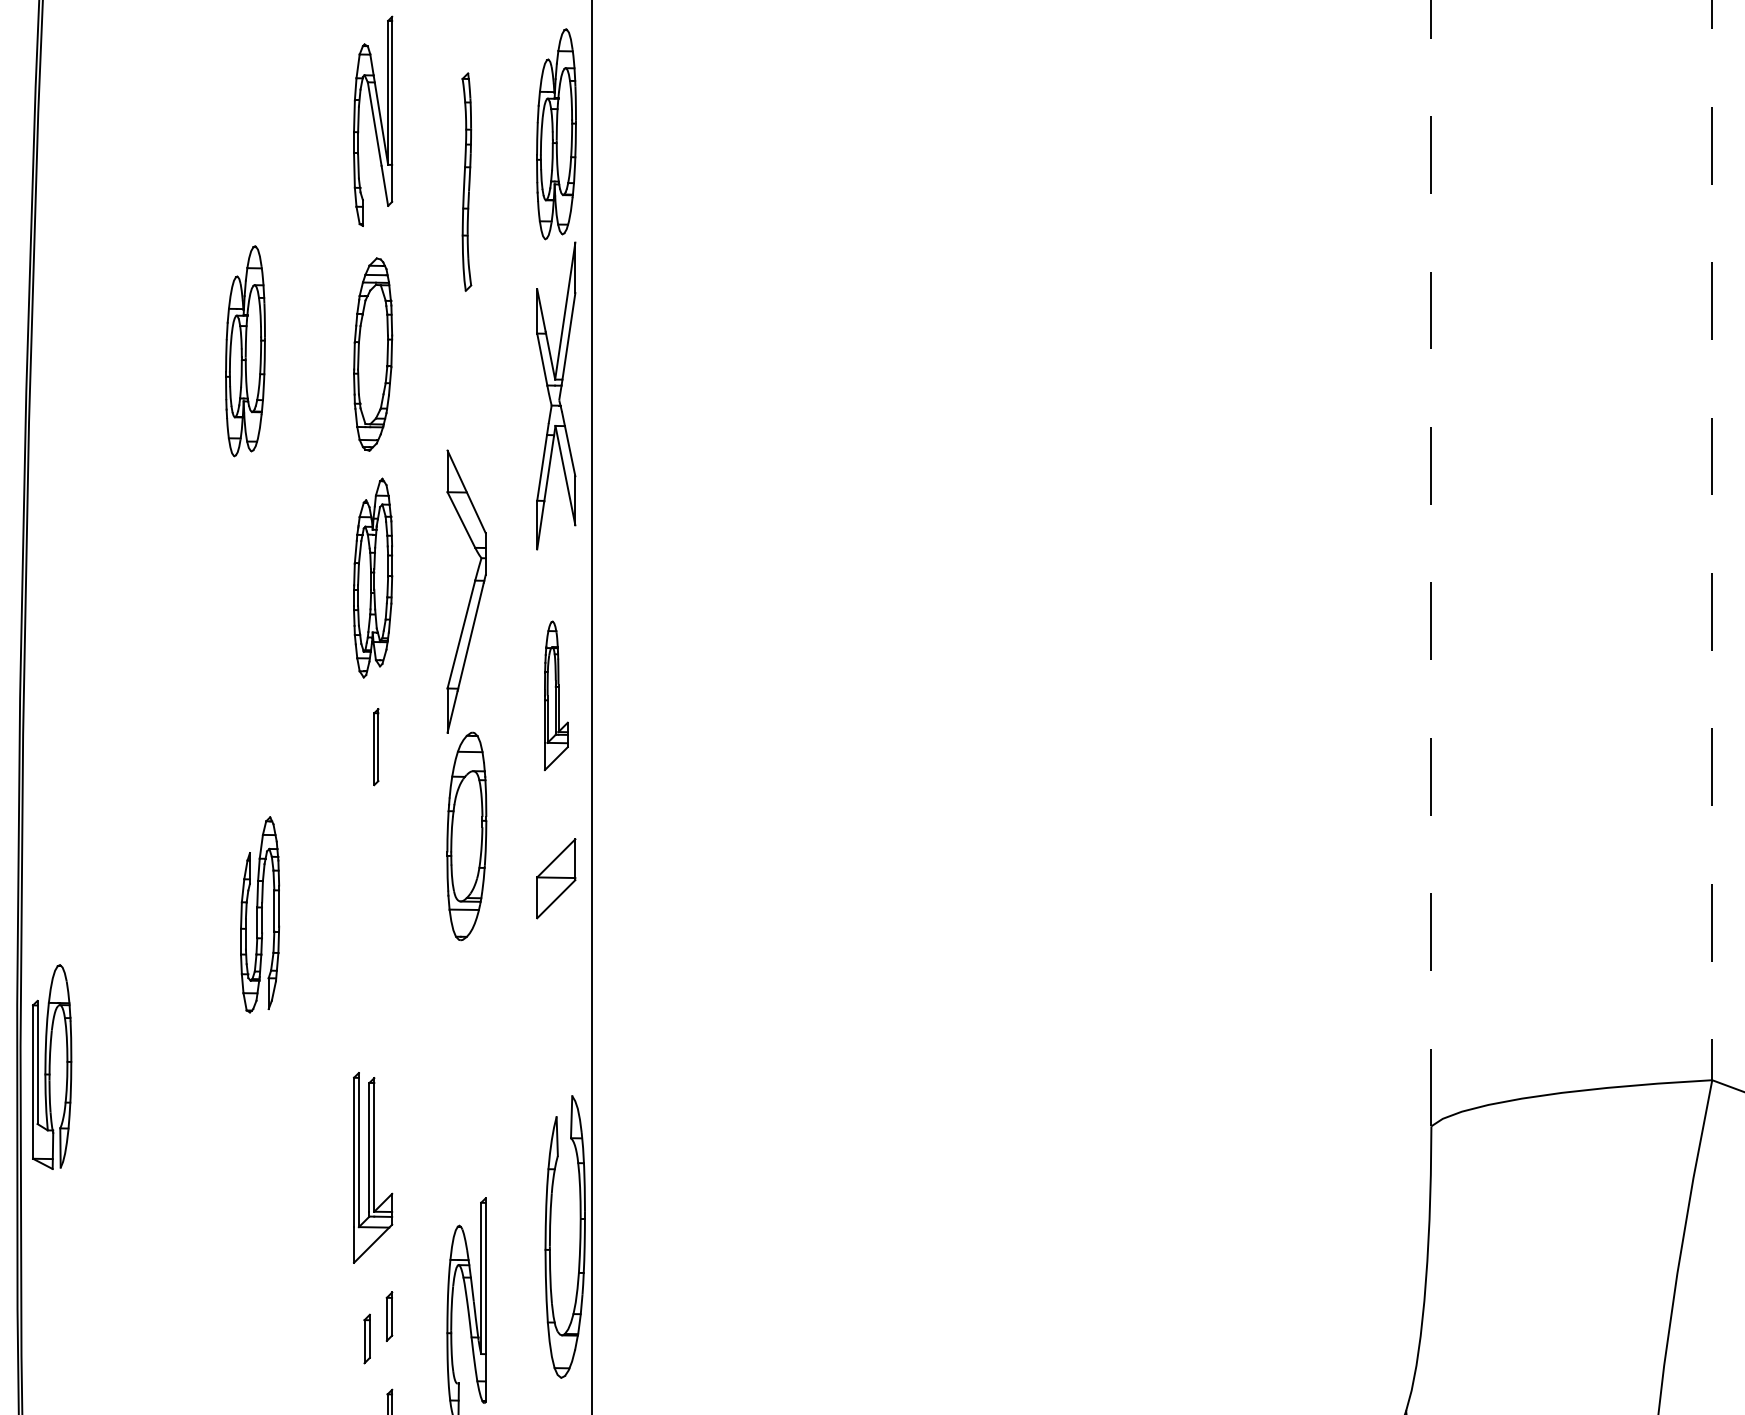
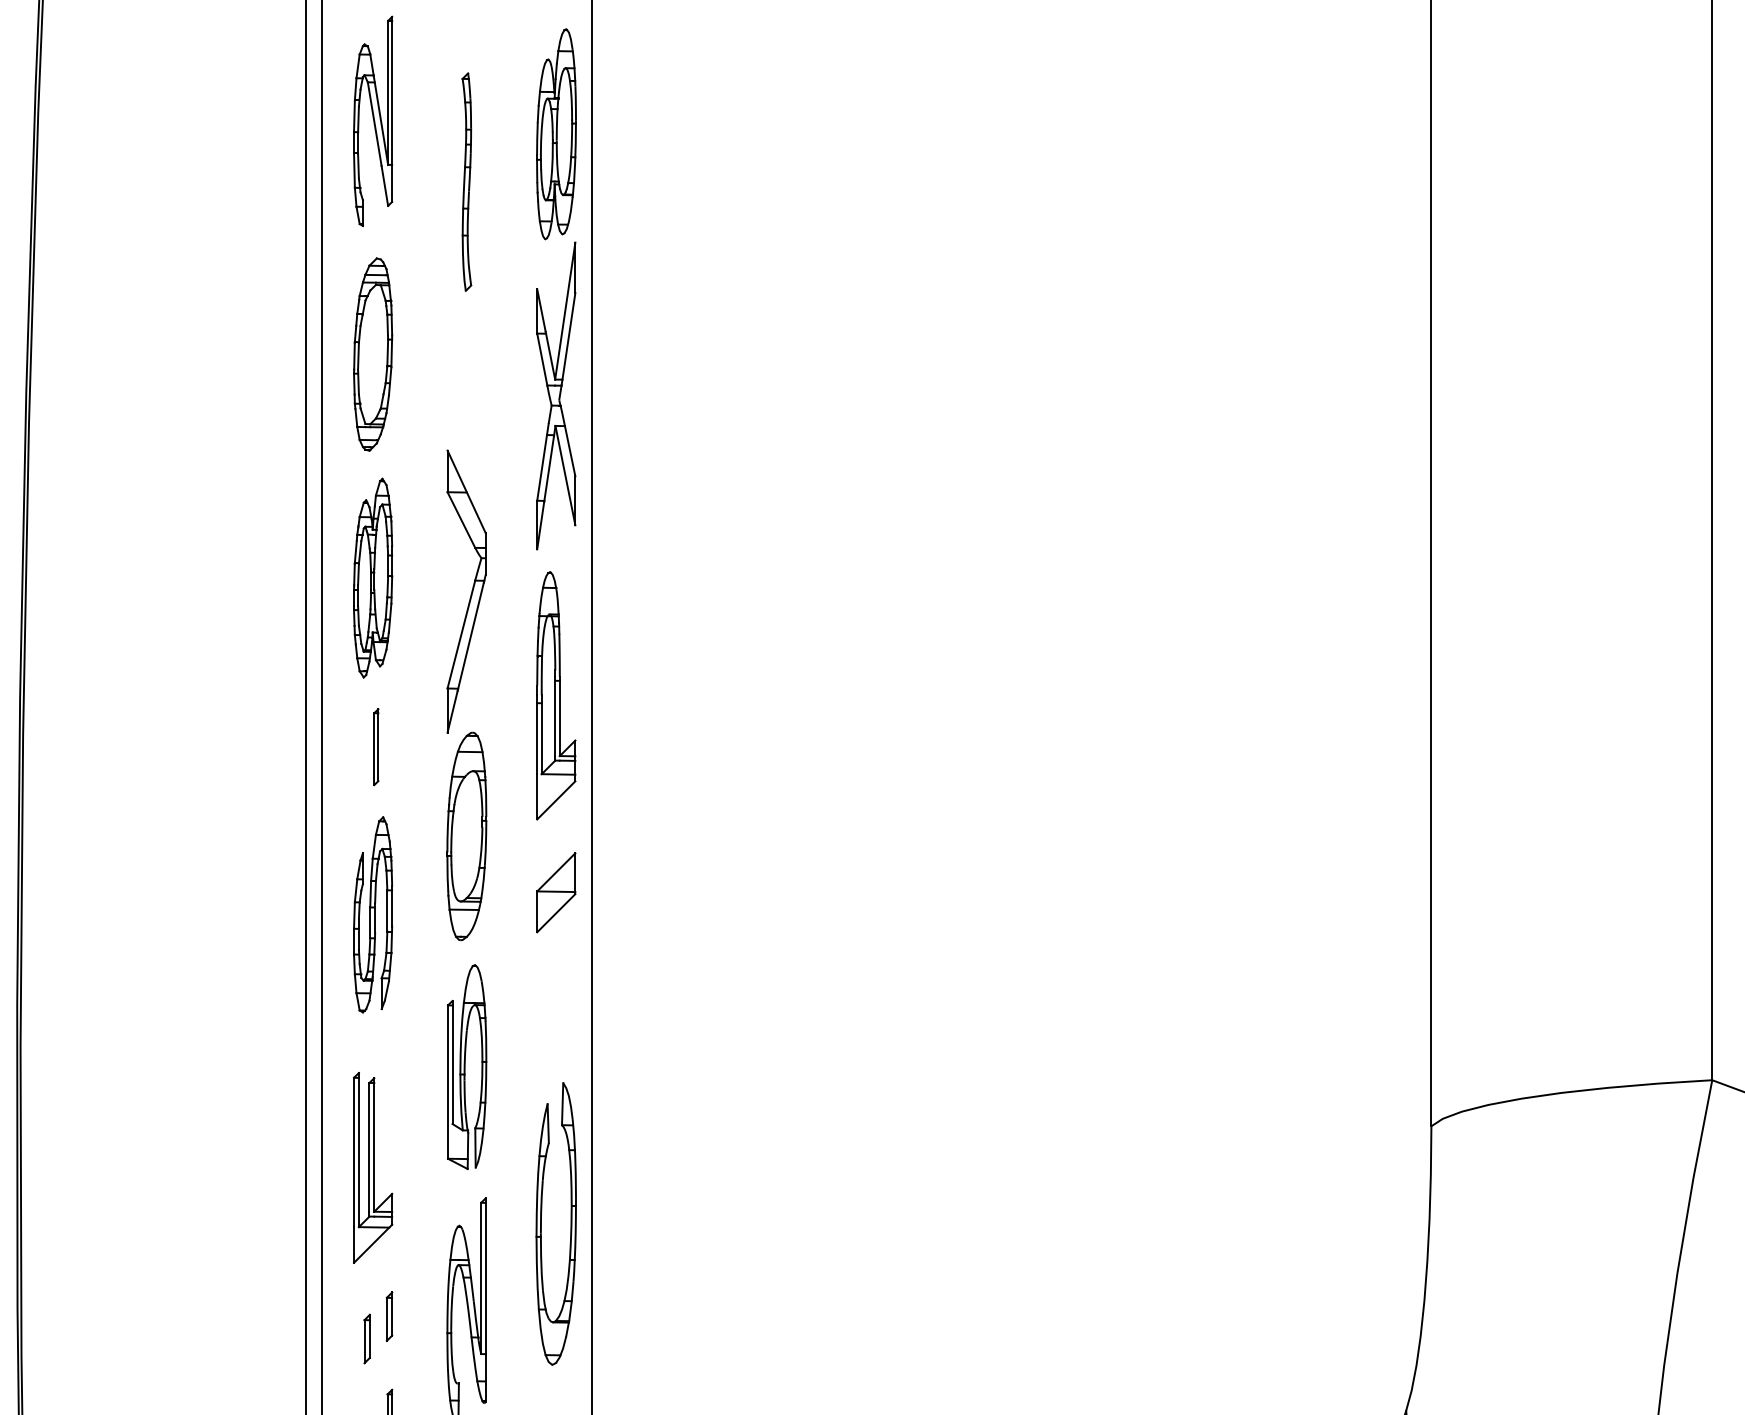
part at (245, 351): present -> none
line at (1712, 540): dashed -> solid
line at (1431, 563): dashed -> solid
part at (555, 695) size: 26x152 px -> 41x250 px
line at (306, 706): none -> present
line at (321, 706): none -> present
part at (556, 878) position: (556, 878) -> (556, 892)
part at (260, 914) position: (260, 914) -> (373, 914)
part at (52, 1066) position: (52, 1066) -> (467, 1066)
part at (550, 1236) position: (550, 1236) -> (541, 1223)
